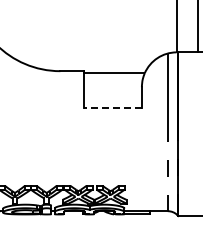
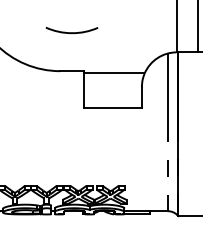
arc at (71, 32): none -> present
line at (112, 108): dashed -> solid
